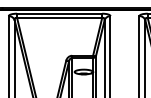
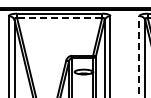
line at (59, 18): solid -> dashed
line at (139, 57): solid -> dashed
